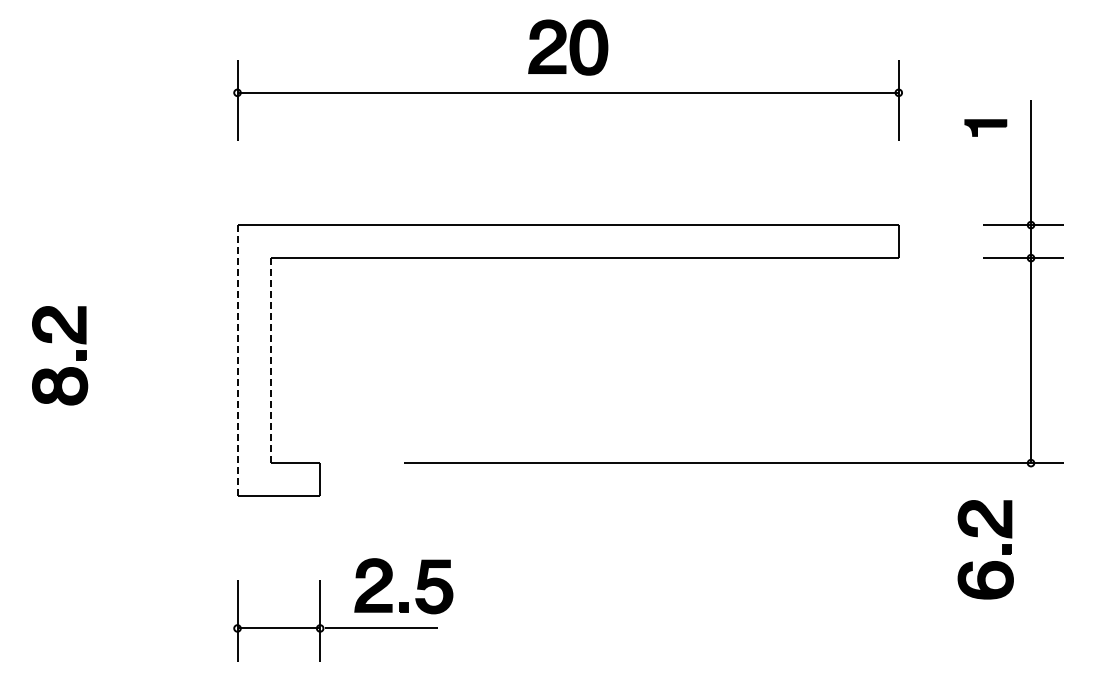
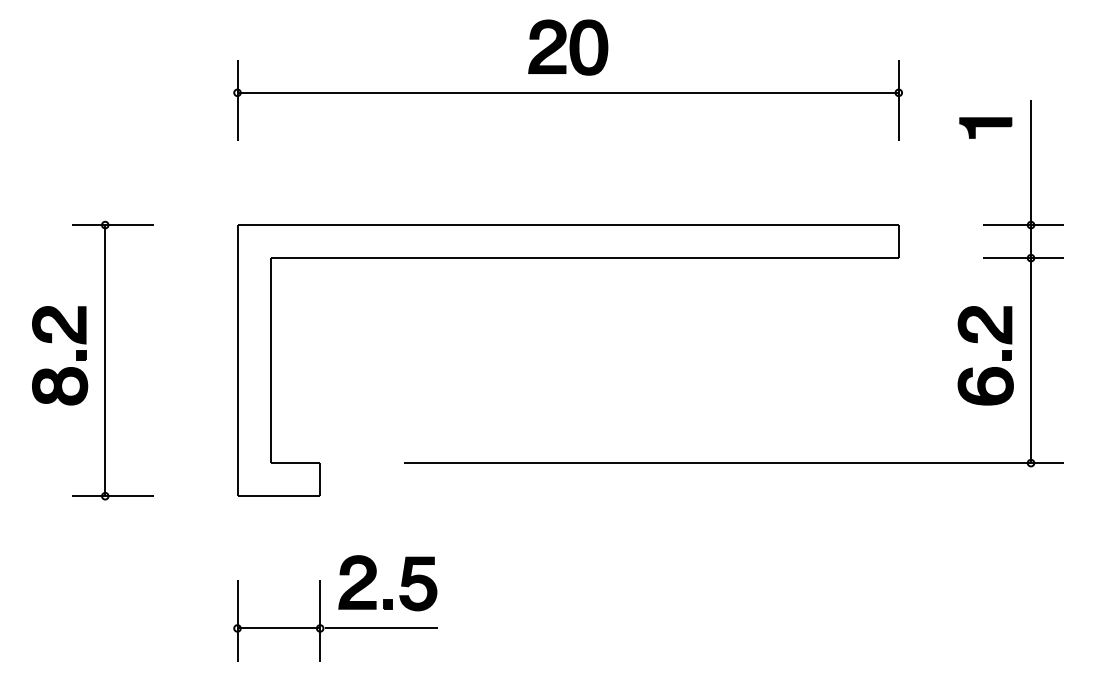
part at (985, 127) size: 44x18 px -> 54x22 px
part at (105, 360): none -> present
line at (237, 360): dashed -> solid
line at (270, 360): dashed -> solid
part at (989, 561) position: (989, 561) -> (989, 367)
part at (391, 580) position: (391, 580) -> (375, 577)
